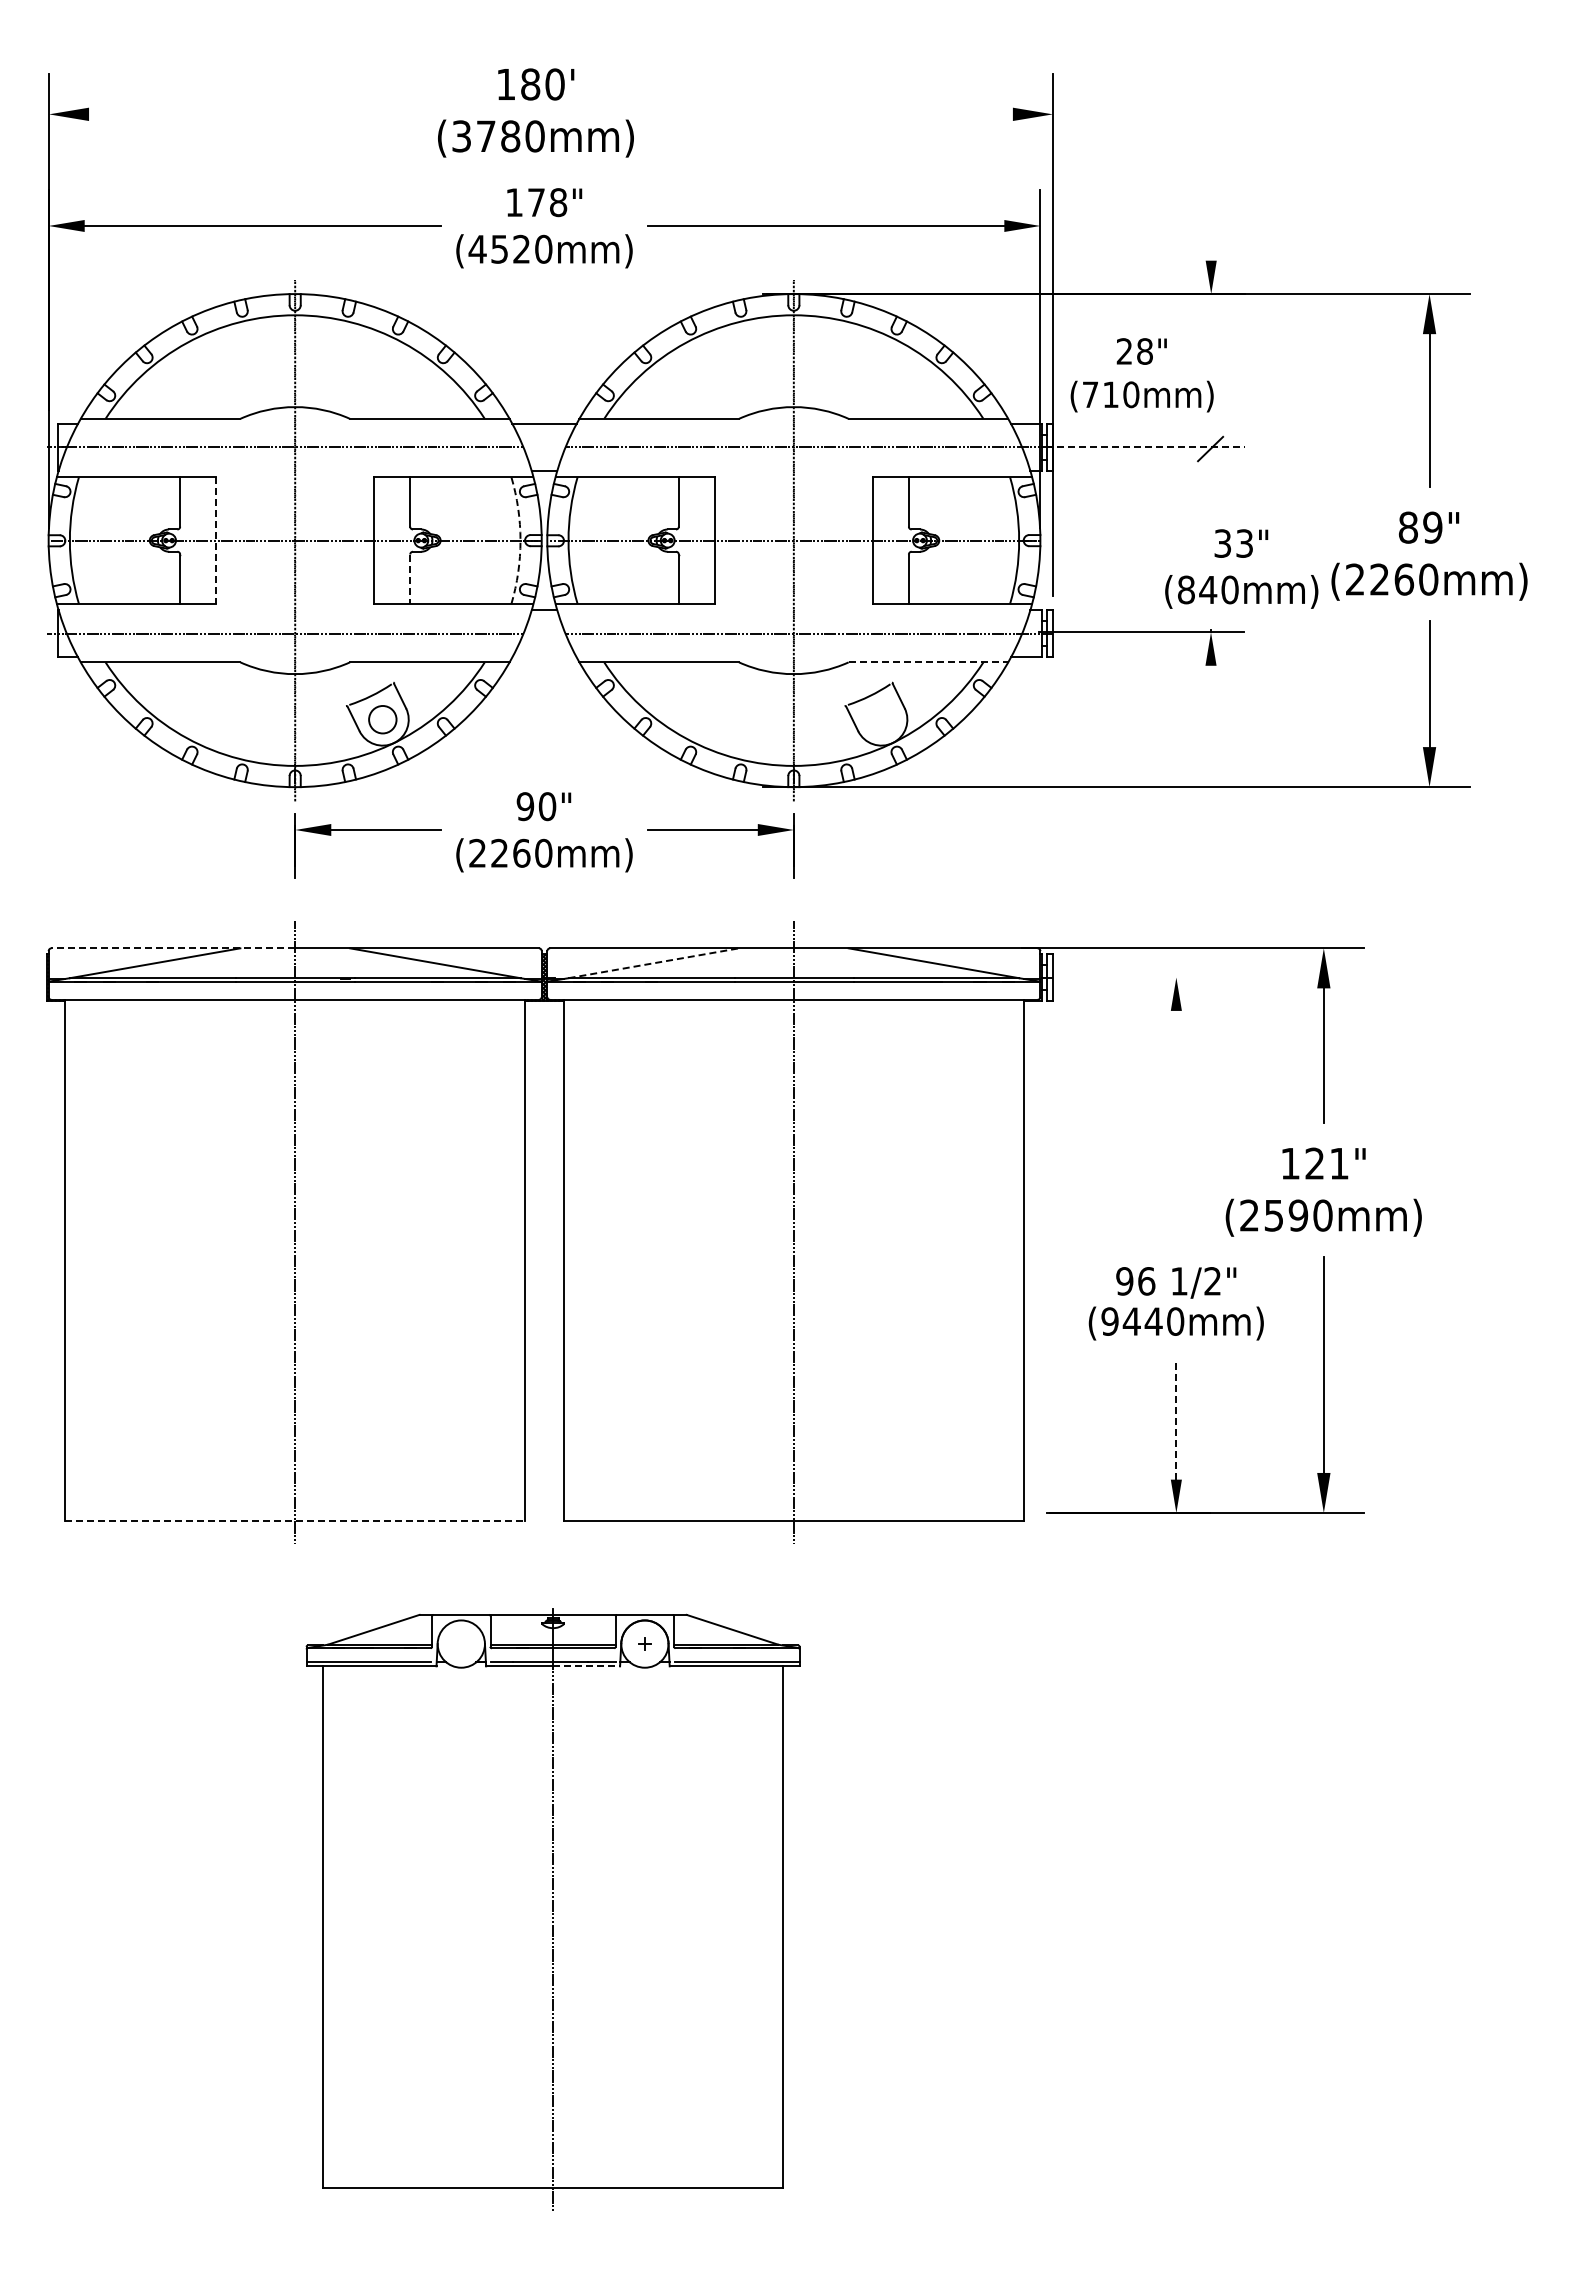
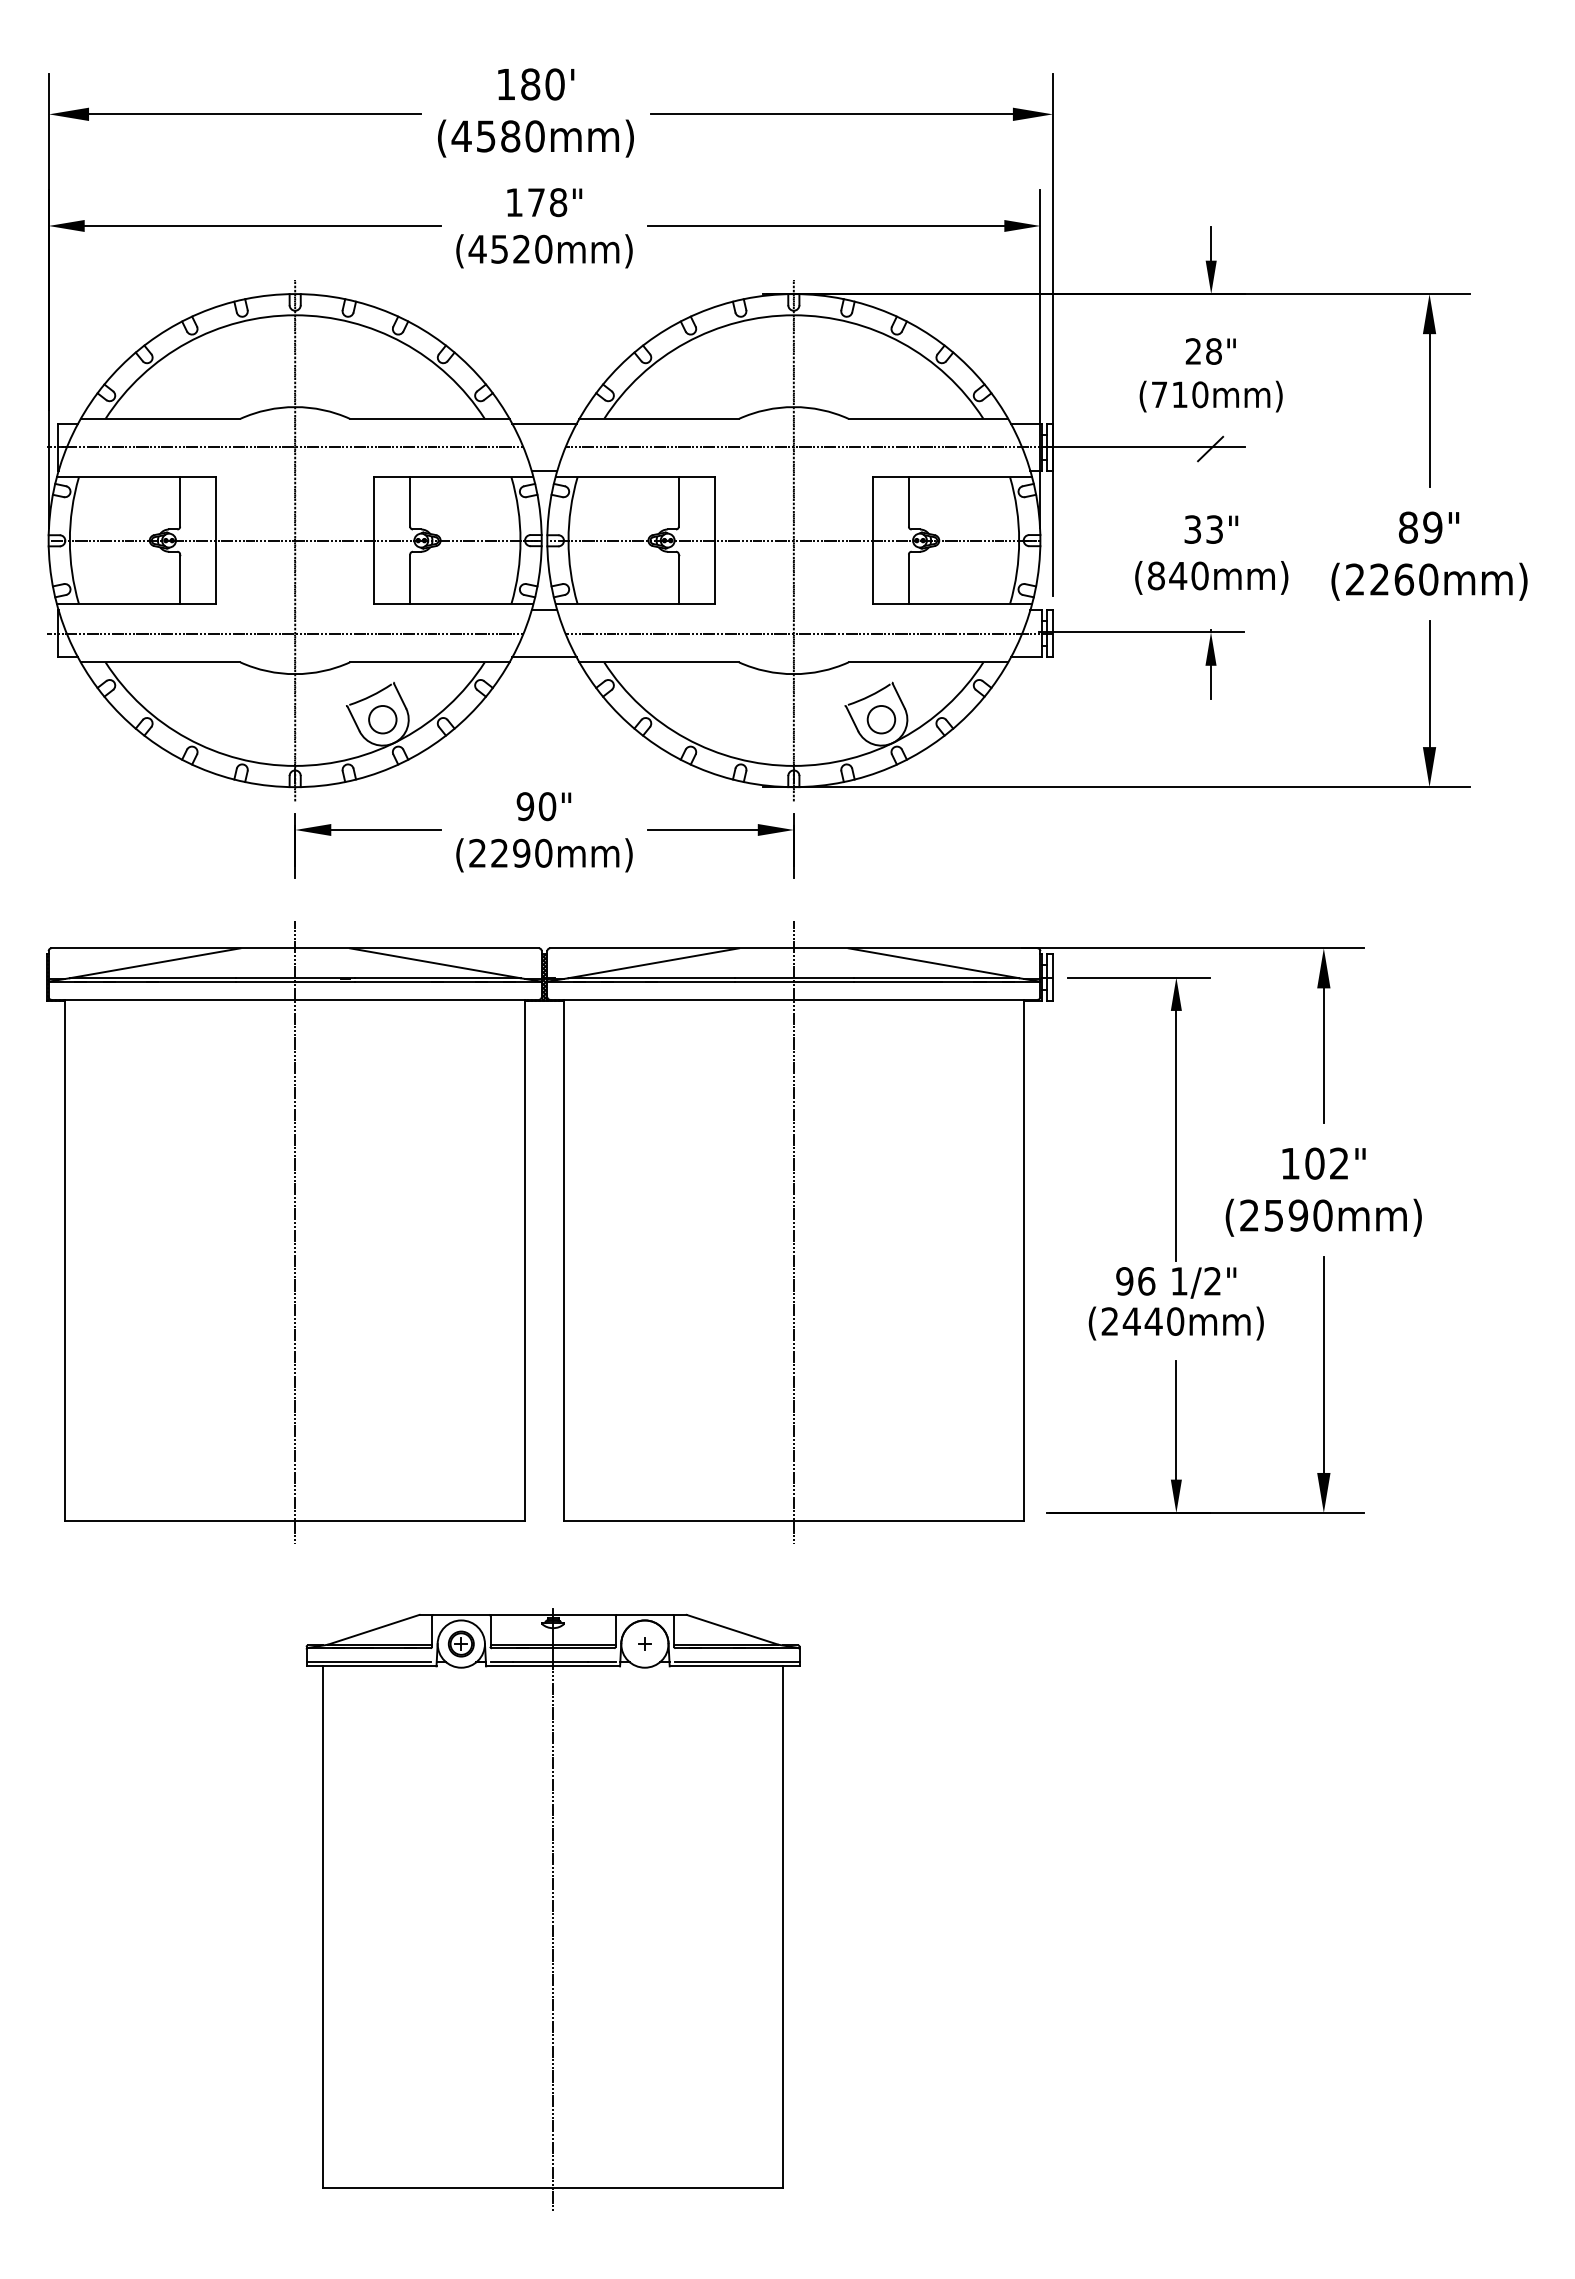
line at (248, 114): none -> present
line at (831, 114): none -> present
text at (473, 136): (3780mm) -> (4580mm)
line at (1211, 243): none -> present
text at (1141, 375) position: (1141, 375) -> (1210, 375)
line at (1146, 447): dashed -> solid
arc at (520, 540): dashed -> solid
line at (216, 541): dashed -> solid
text at (1241, 568) position: (1241, 568) -> (1211, 554)
line at (410, 579): dashed -> solid
line at (544, 657): none -> present
line at (928, 662): dashed -> solid
line at (1211, 682): none -> present
circle at (881, 719): none -> present
text at (521, 852): (2260mm) -> (2290mm)
line at (173, 948): dashed -> solid
line at (653, 963): dashed -> solid
line at (1138, 977): none -> present
line at (1176, 1135): none -> present
text at (1326, 1163): 121" -> 102"
text at (1109, 1321): (9440mm) -> (2440mm)
line at (1176, 1419): dashed -> solid
line at (295, 1521): dashed -> solid
part at (460, 1643): none -> present
line at (587, 1666): dashed -> solid
